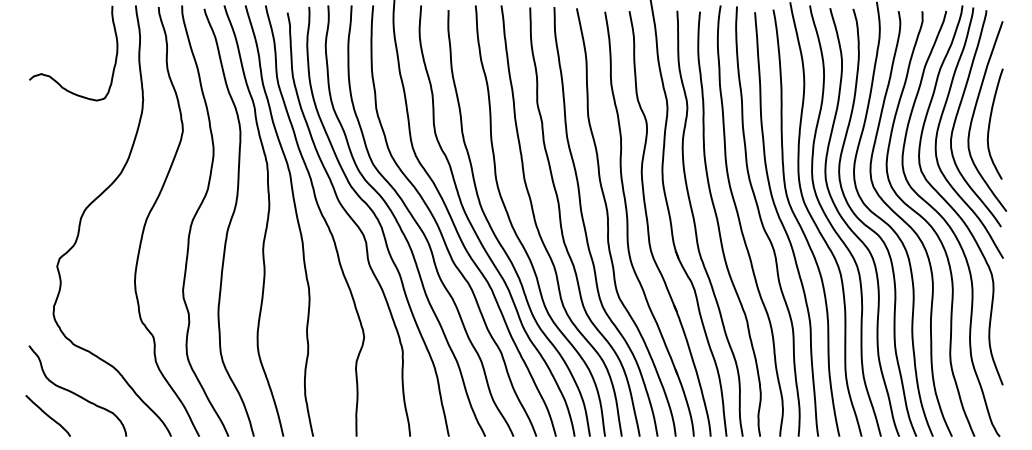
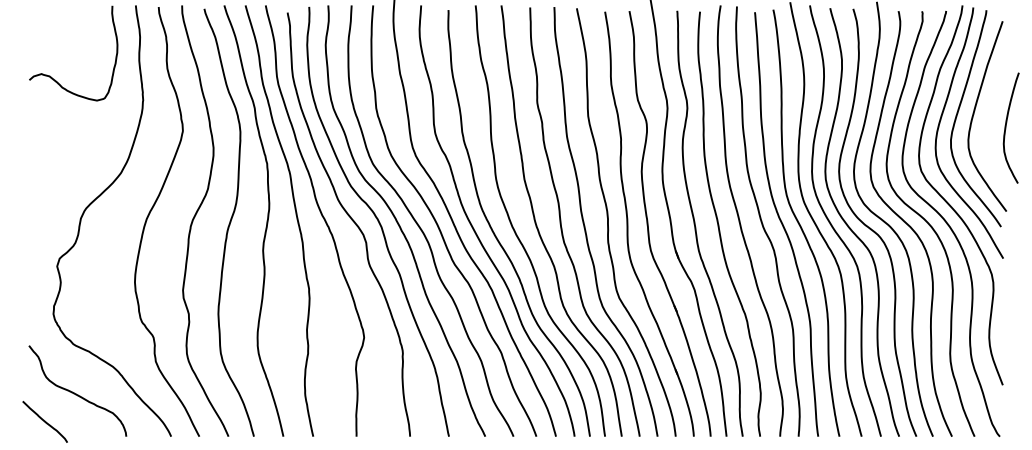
curve at (990, 123) position: (990, 123) -> (1006, 127)
curve at (47, 415) position: (47, 415) -> (44, 421)
